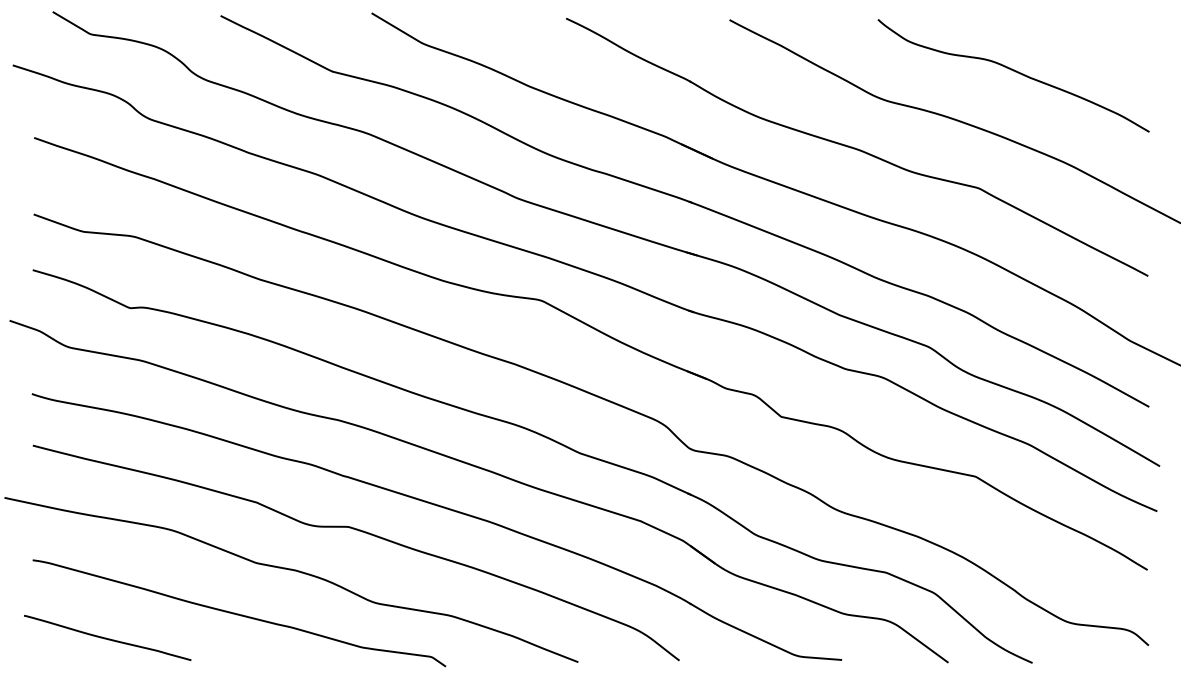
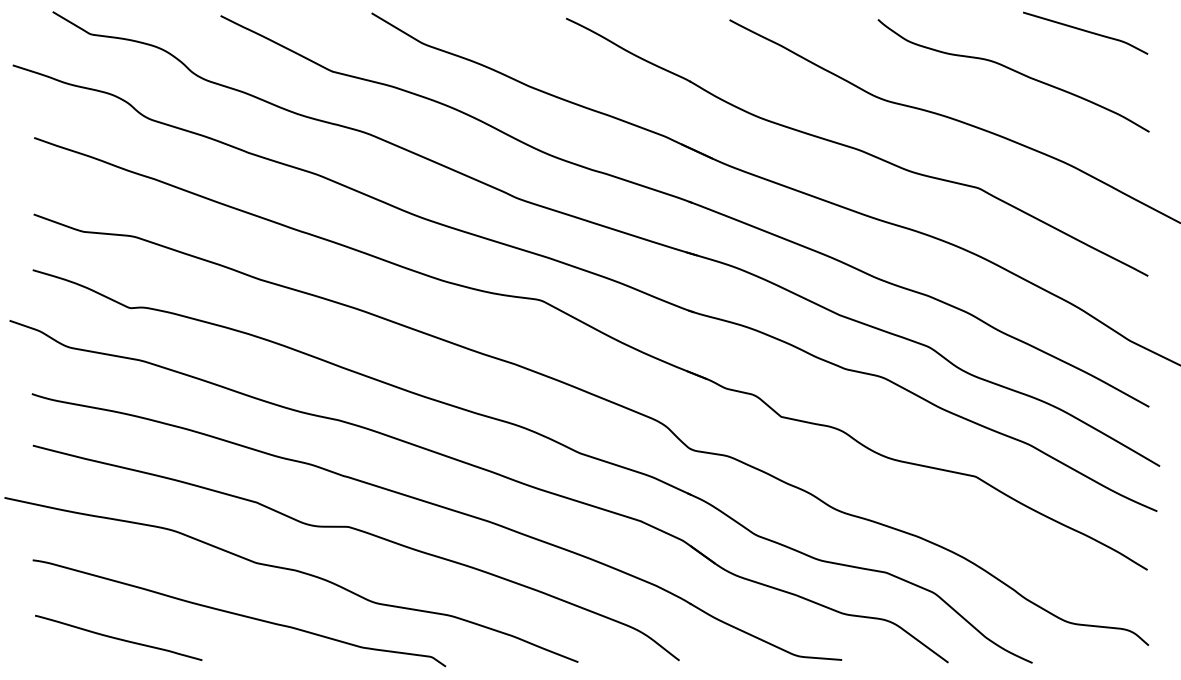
curve at (1085, 31): none -> present
curve at (106, 637) position: (106, 637) -> (117, 637)
